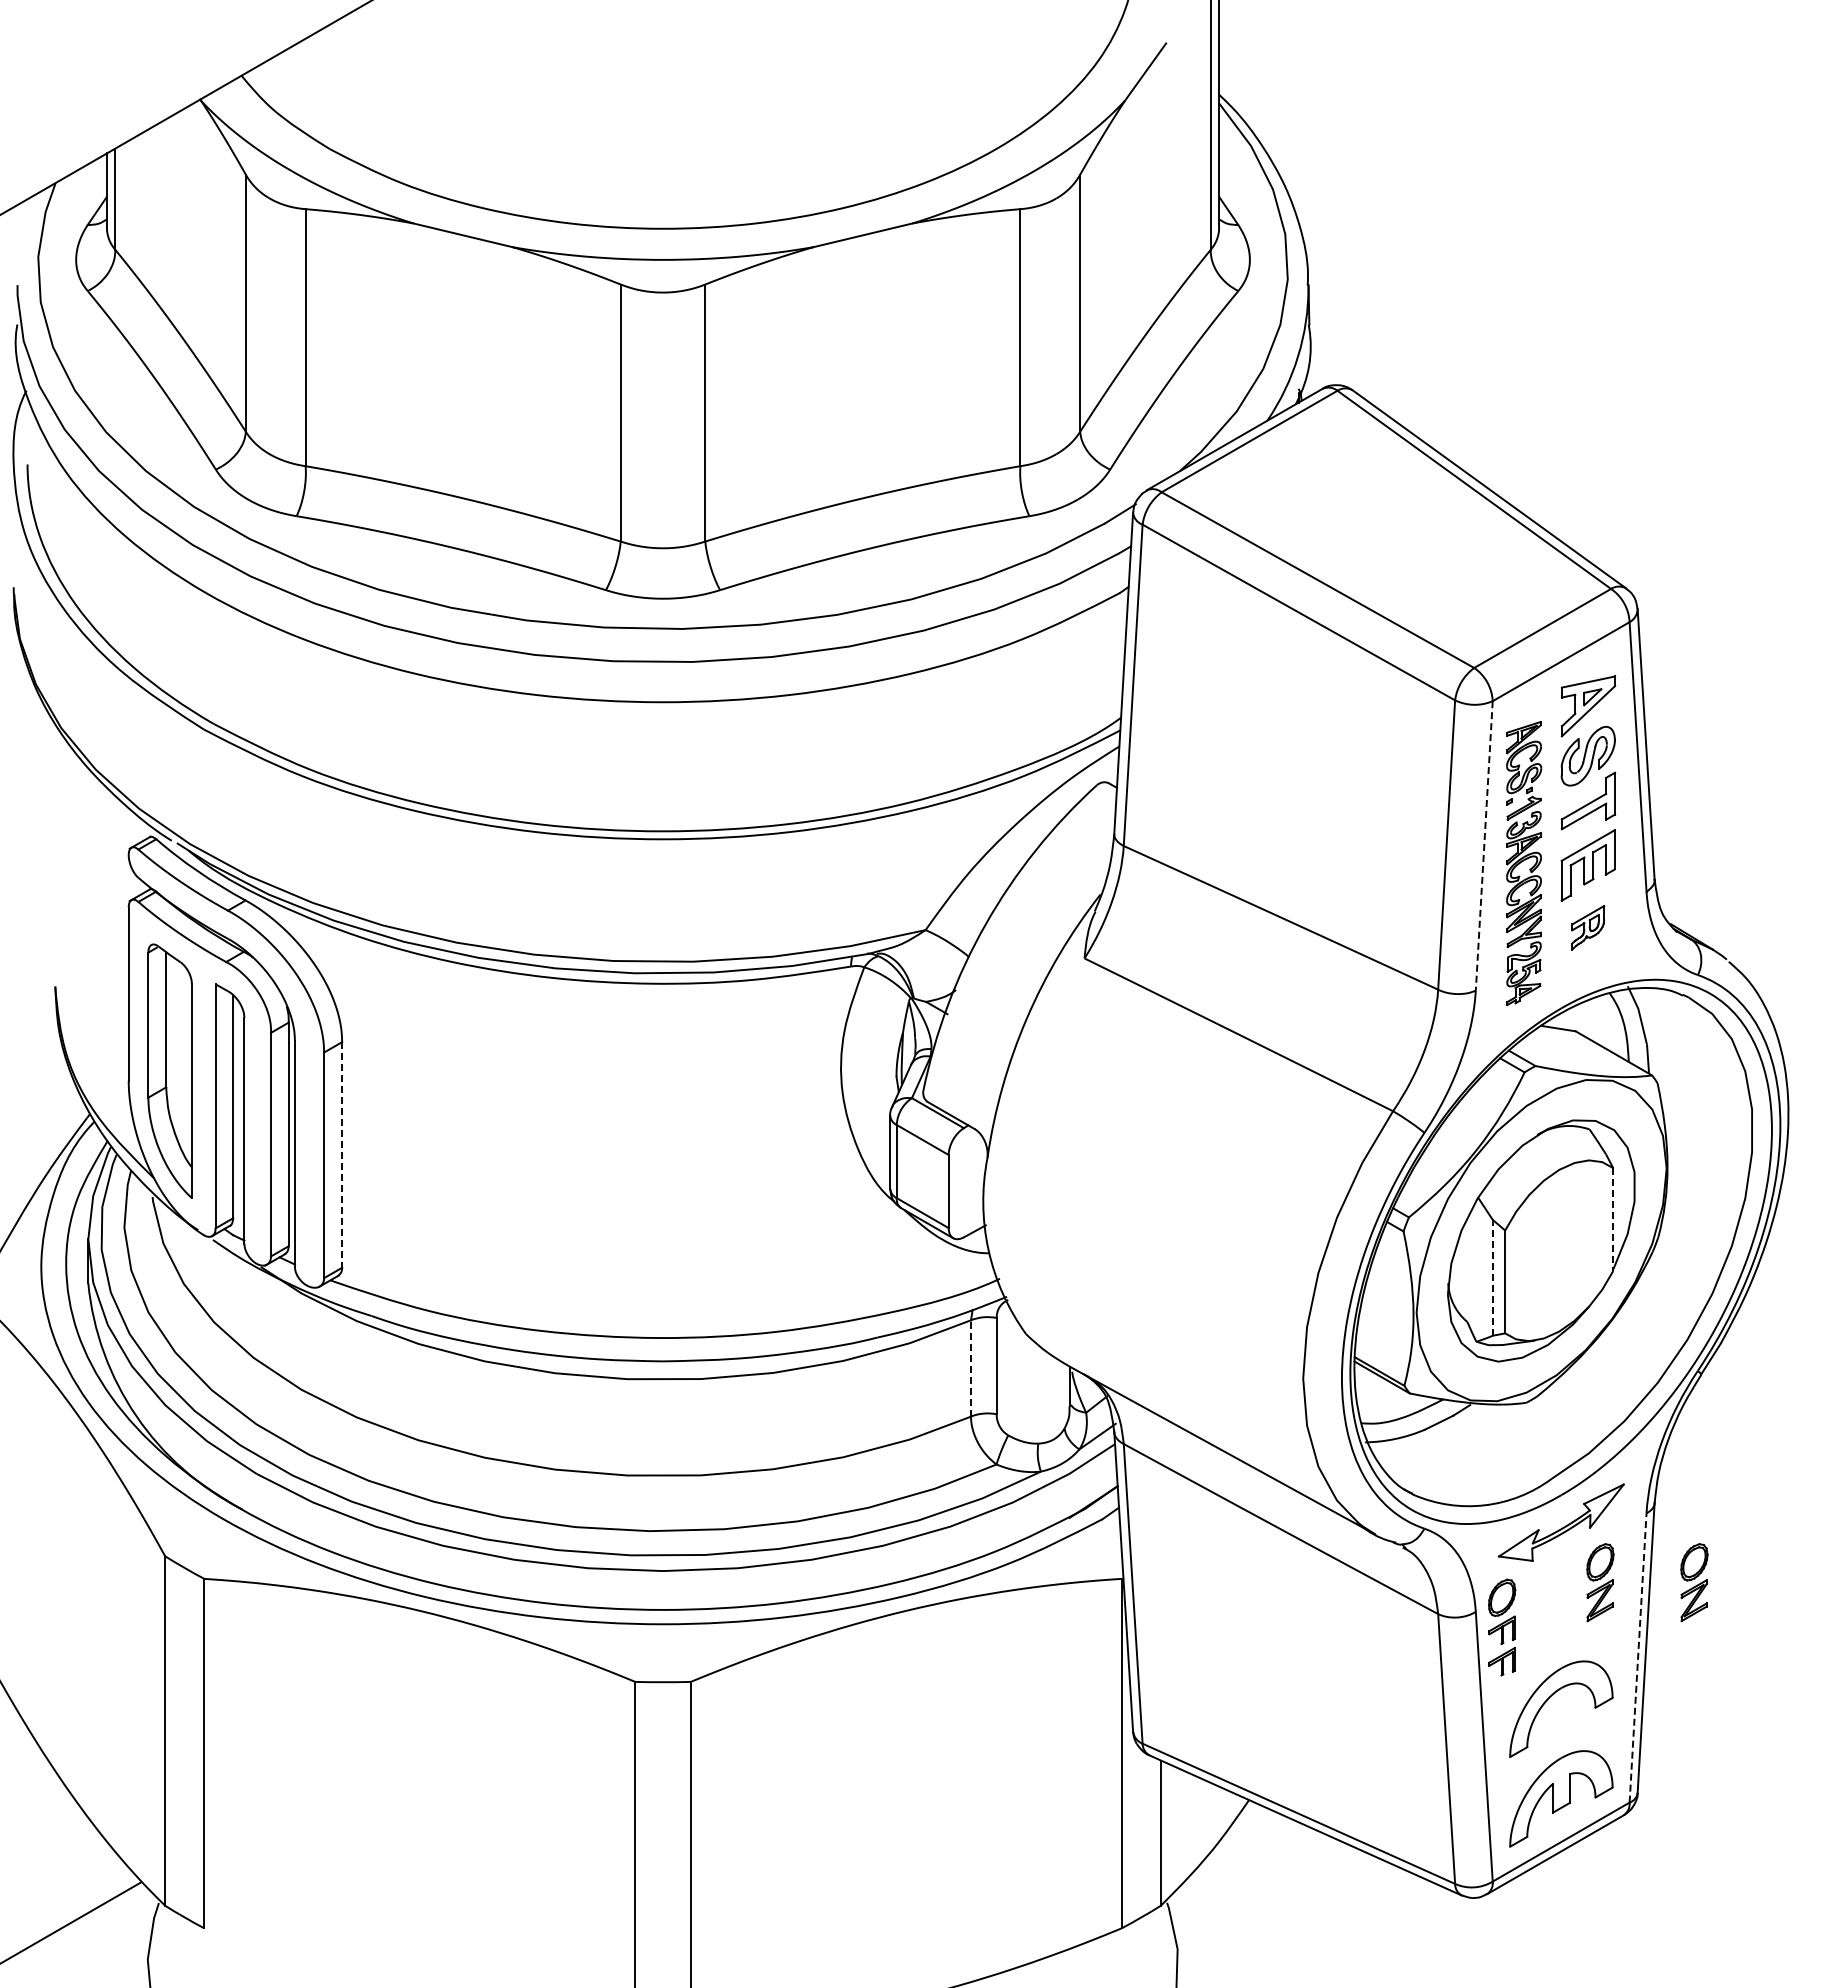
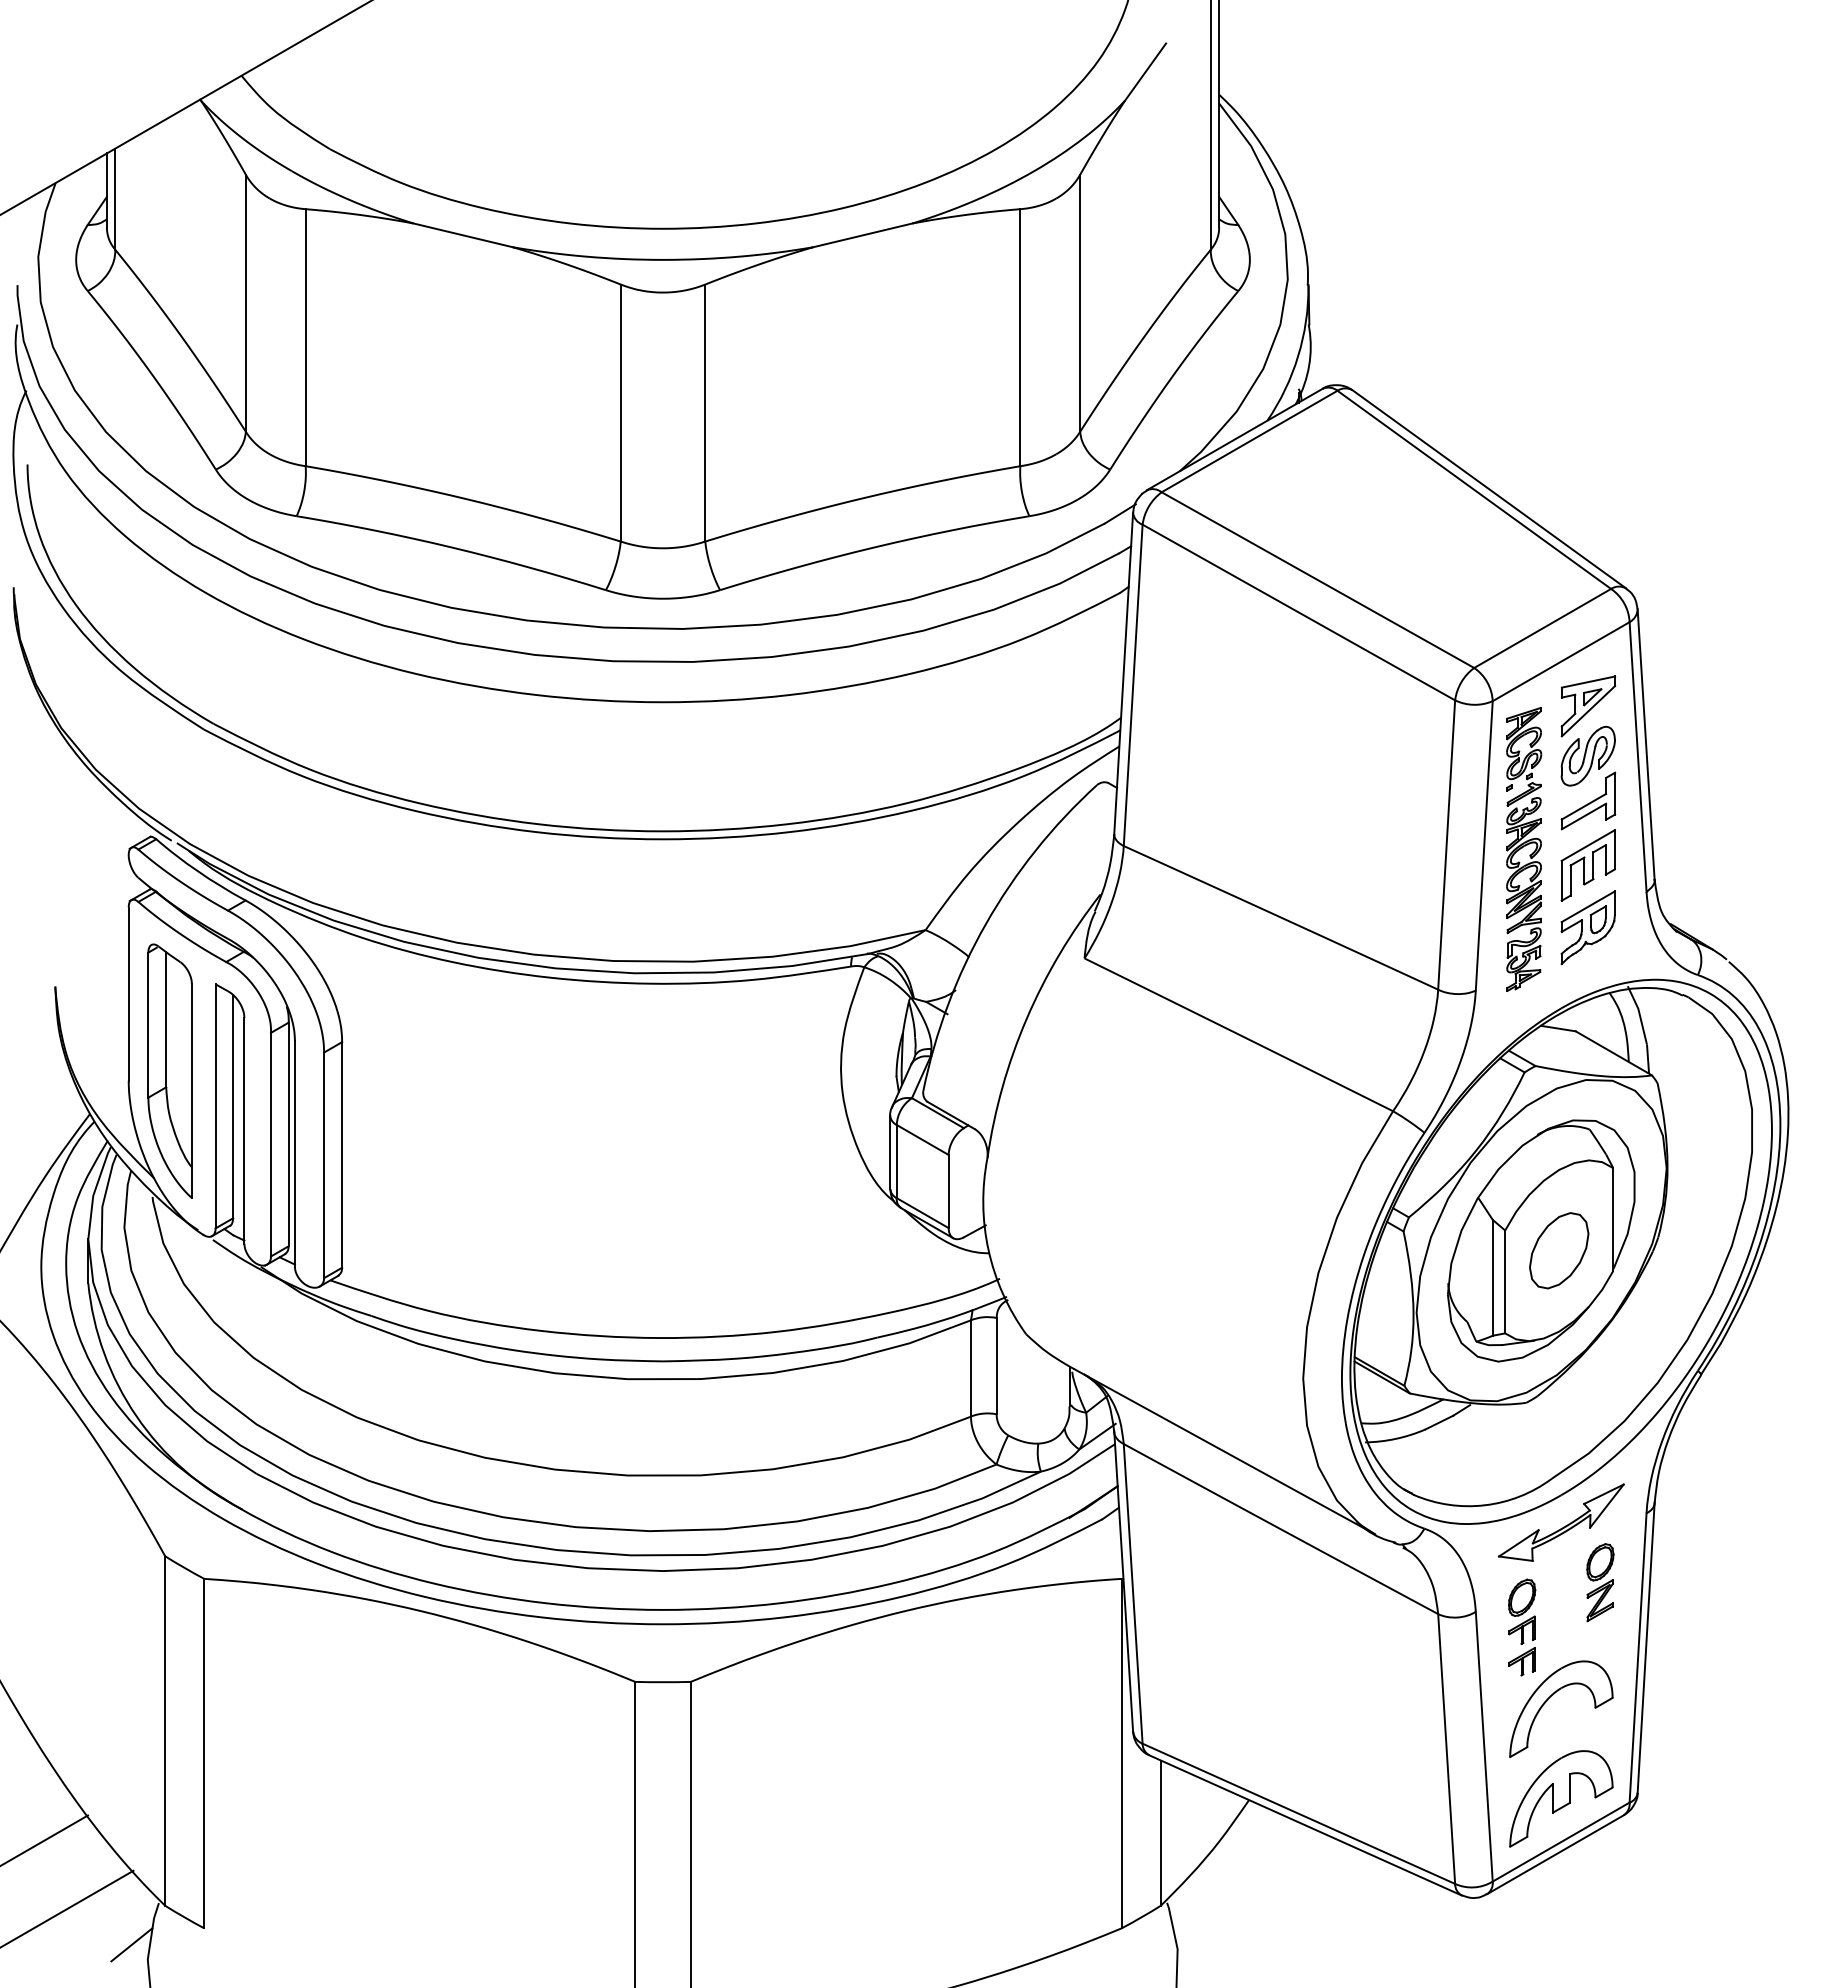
line at (1484, 845): dashed -> solid
part at (1524, 863) position: (1524, 863) -> (1524, 849)
part at (1588, 927) size: 35x46 px -> 56x76 px
line at (342, 1154): dashed -> solid
line at (1613, 1220): dashed -> solid
part at (1559, 1250): none -> present
line at (1492, 1277): dashed -> solid
line at (971, 1367): dashed -> solid
part at (1694, 1582): present -> none
part at (1502, 1627) position: (1502, 1627) -> (1522, 1627)
line at (1638, 1657): dashed -> solid
line at (45, 1839): none -> present
line at (71, 1922) position: (71, 1922) -> (67, 1908)
line at (131, 1944): none -> present
